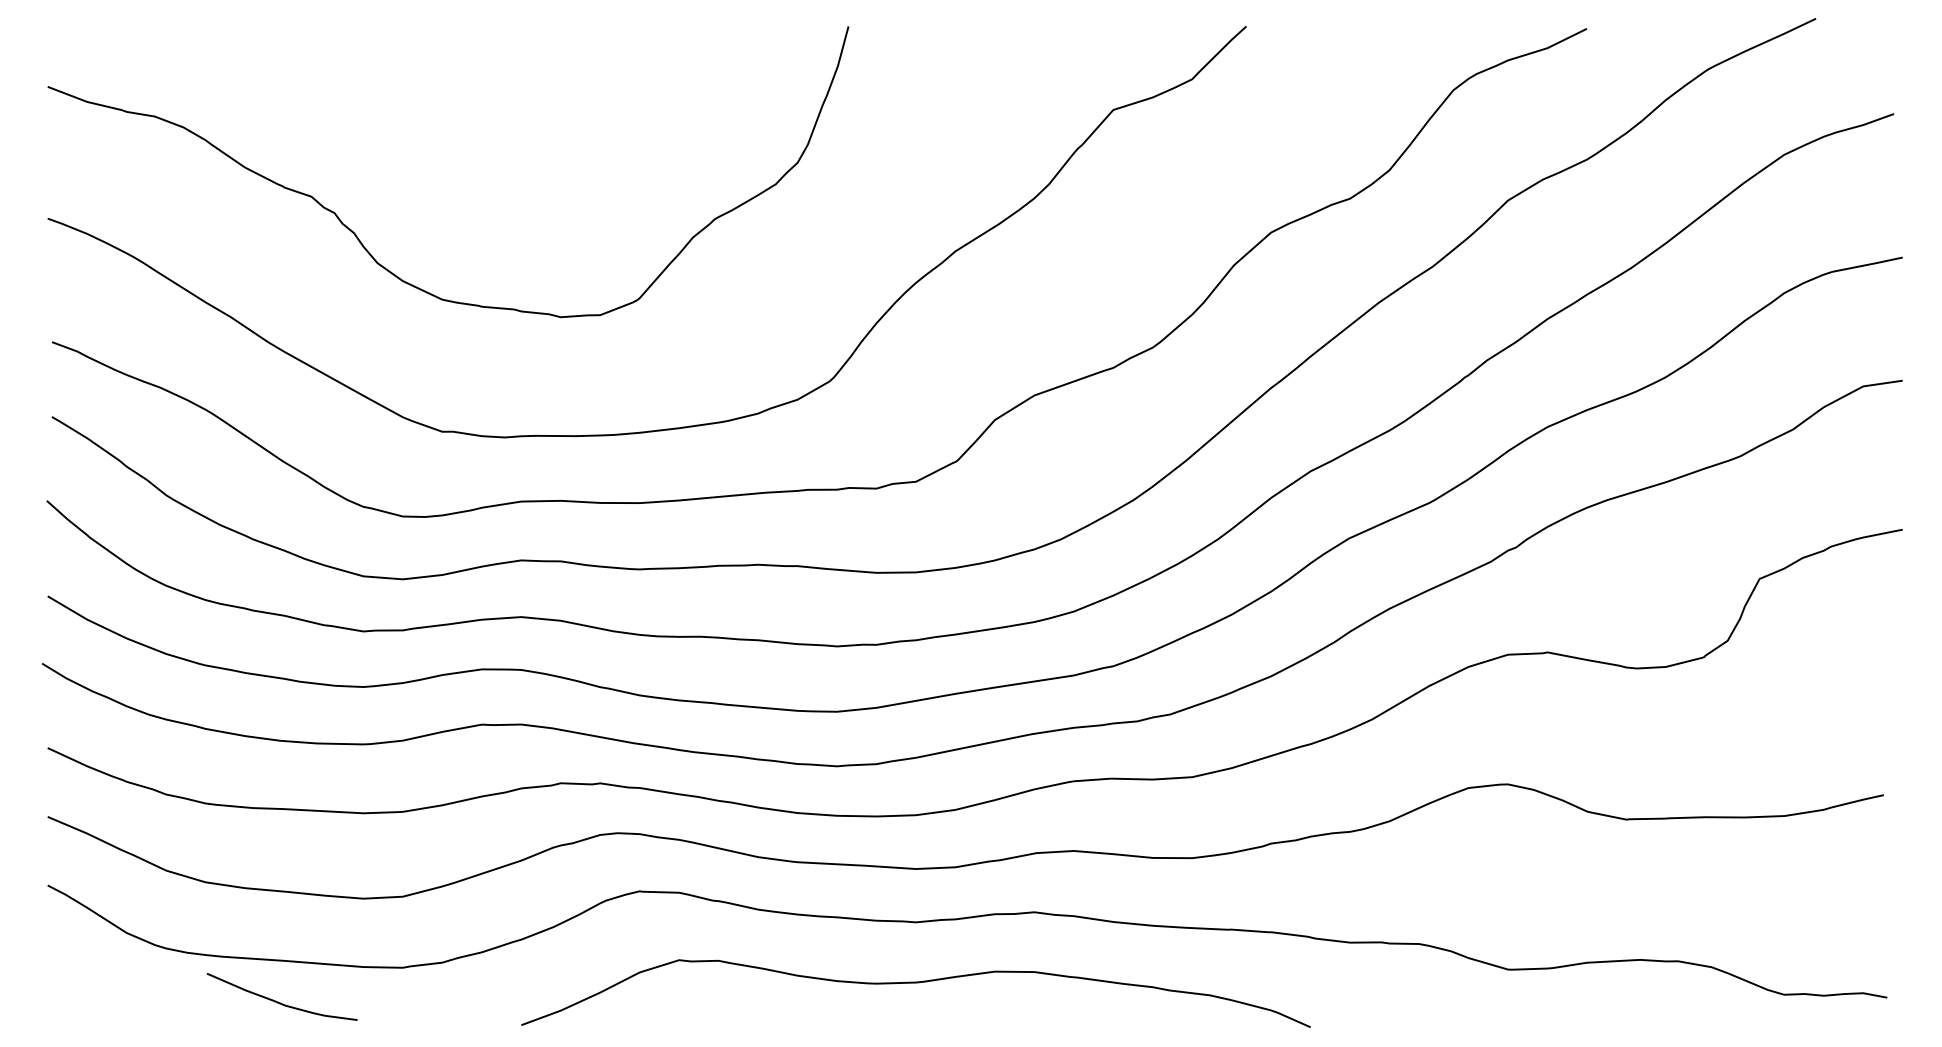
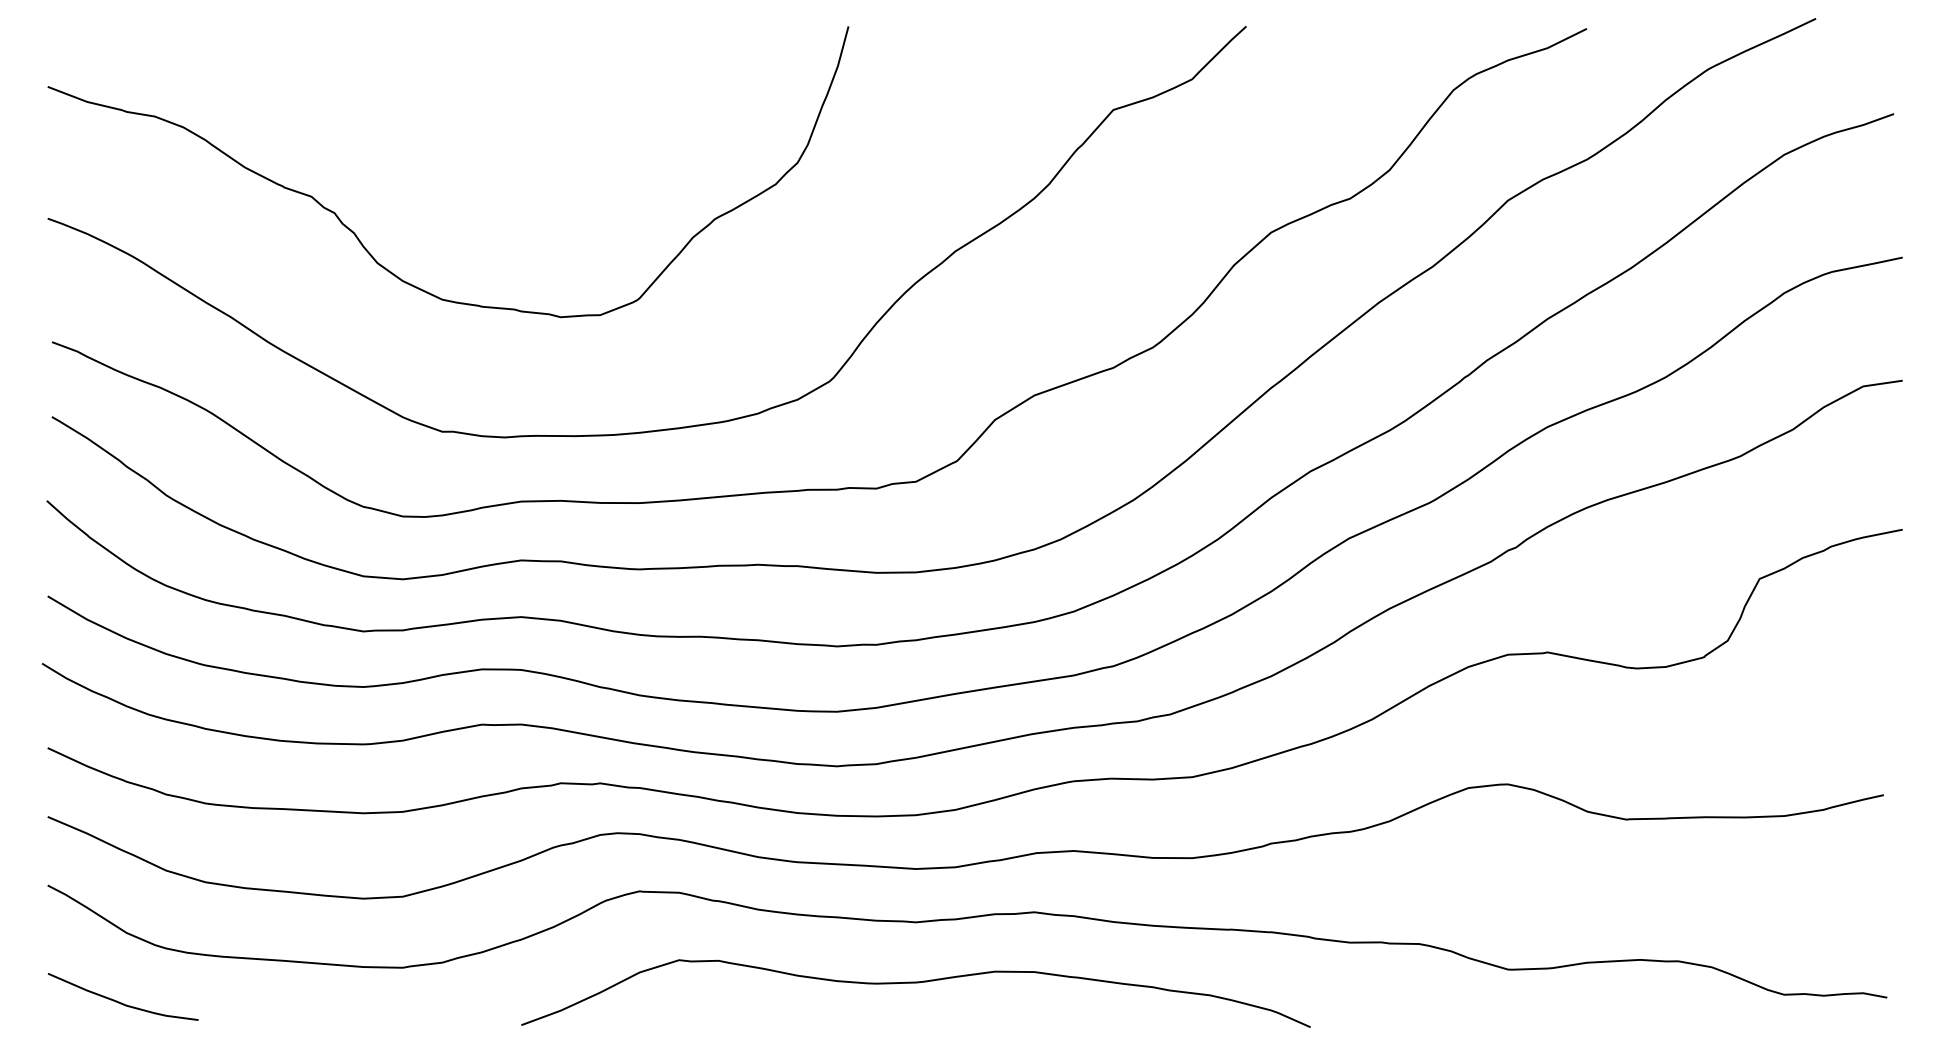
curve at (278, 1001) position: (278, 1001) -> (119, 1001)
